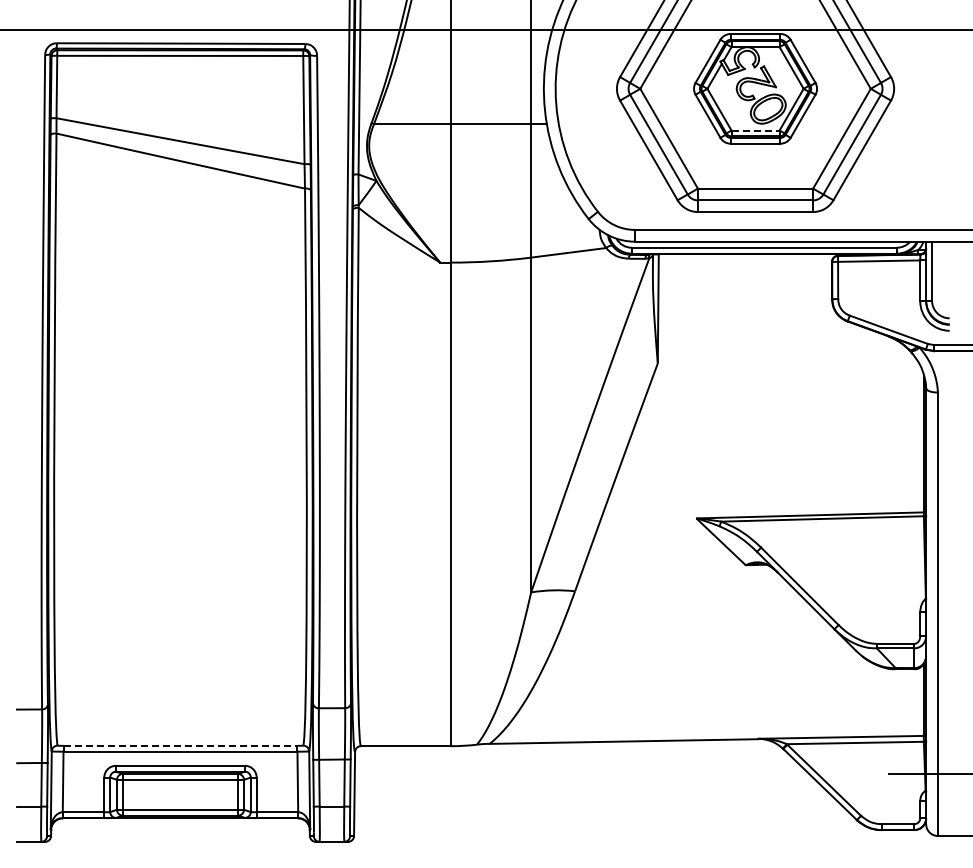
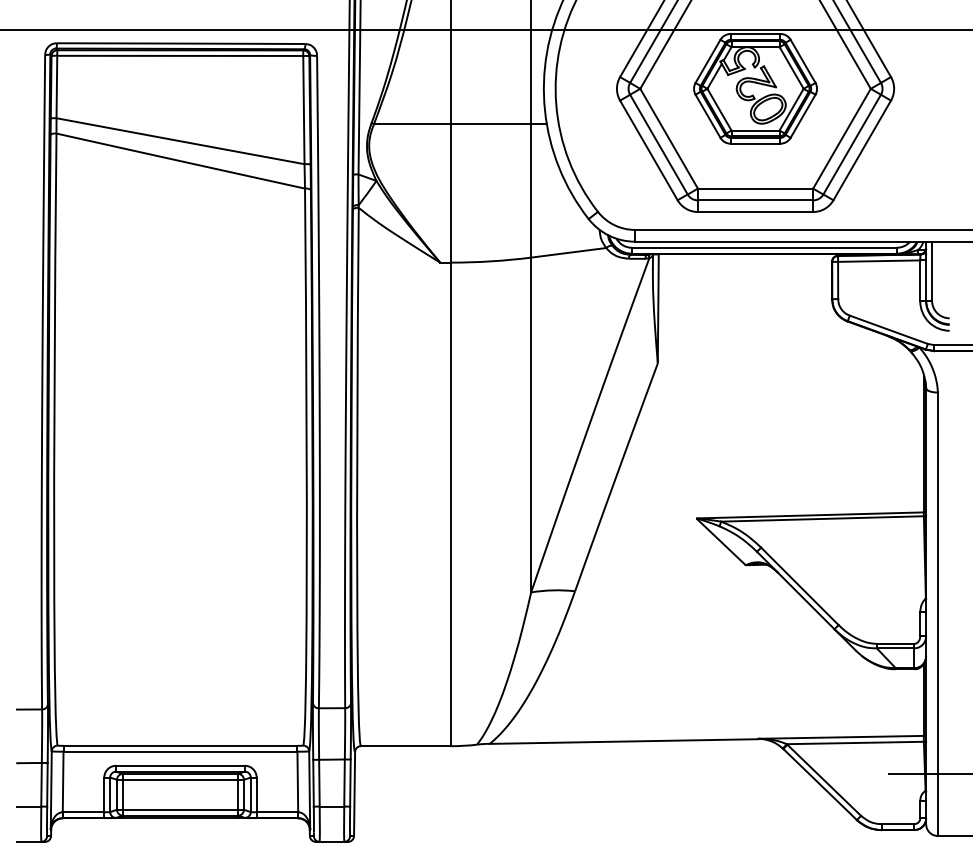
line at (756, 130): dashed -> solid
line at (180, 745): dashed -> solid
